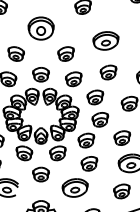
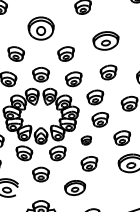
part at (86, 140) size: 19x17 px -> 12x11 px
part at (74, 187) size: 28x20 px -> 22x17 px
part at (121, 191): present -> none
